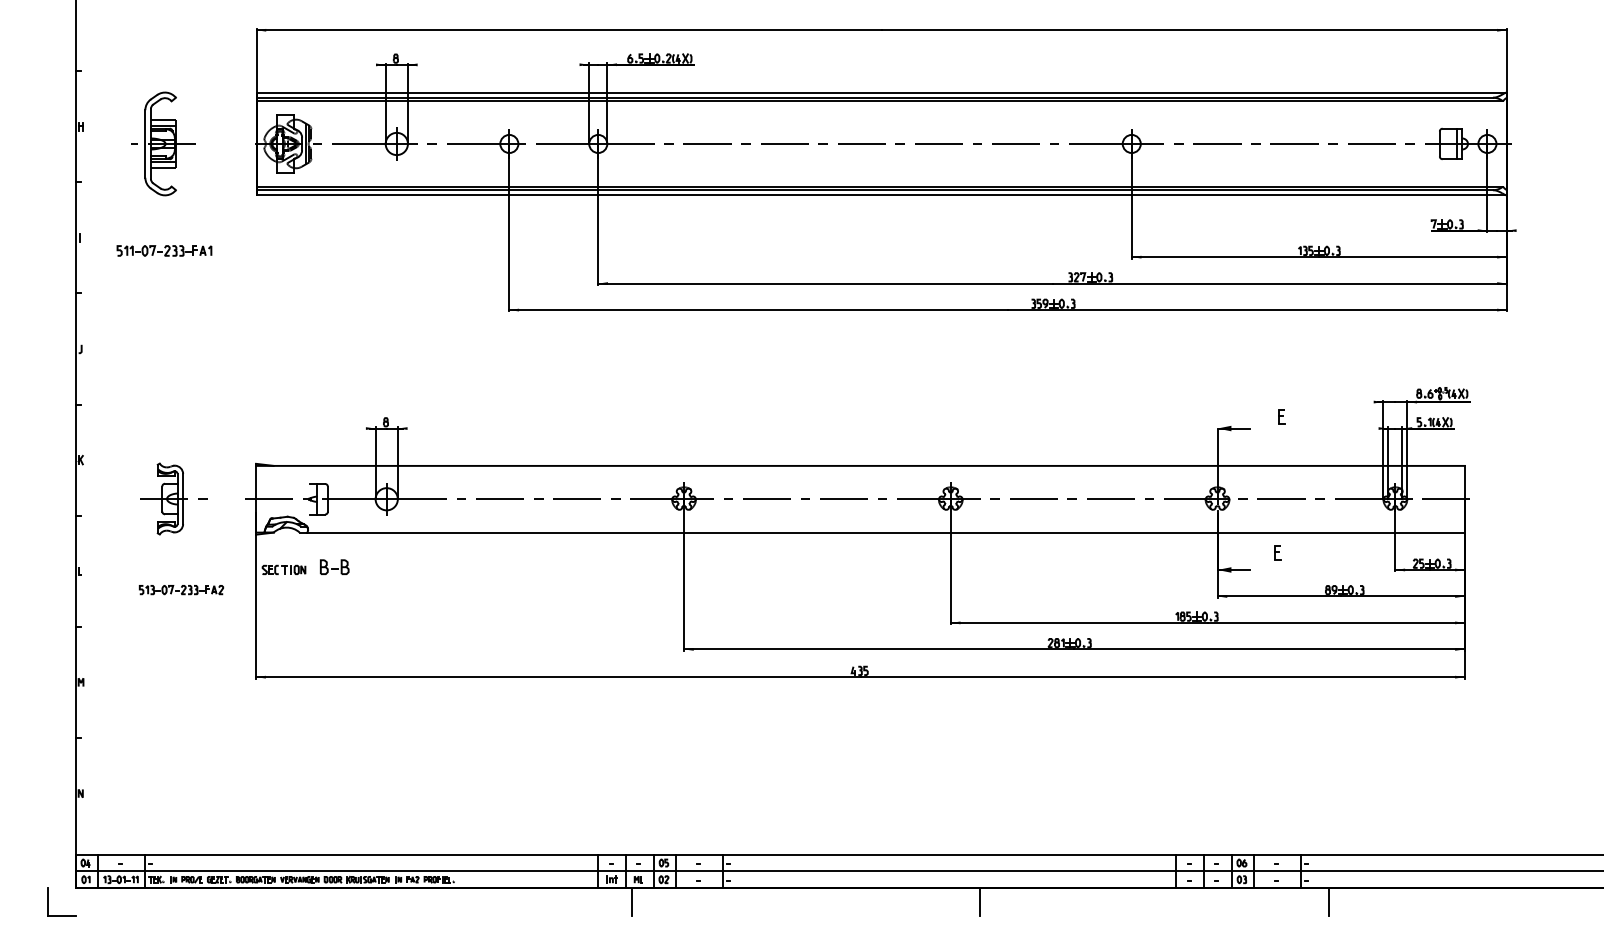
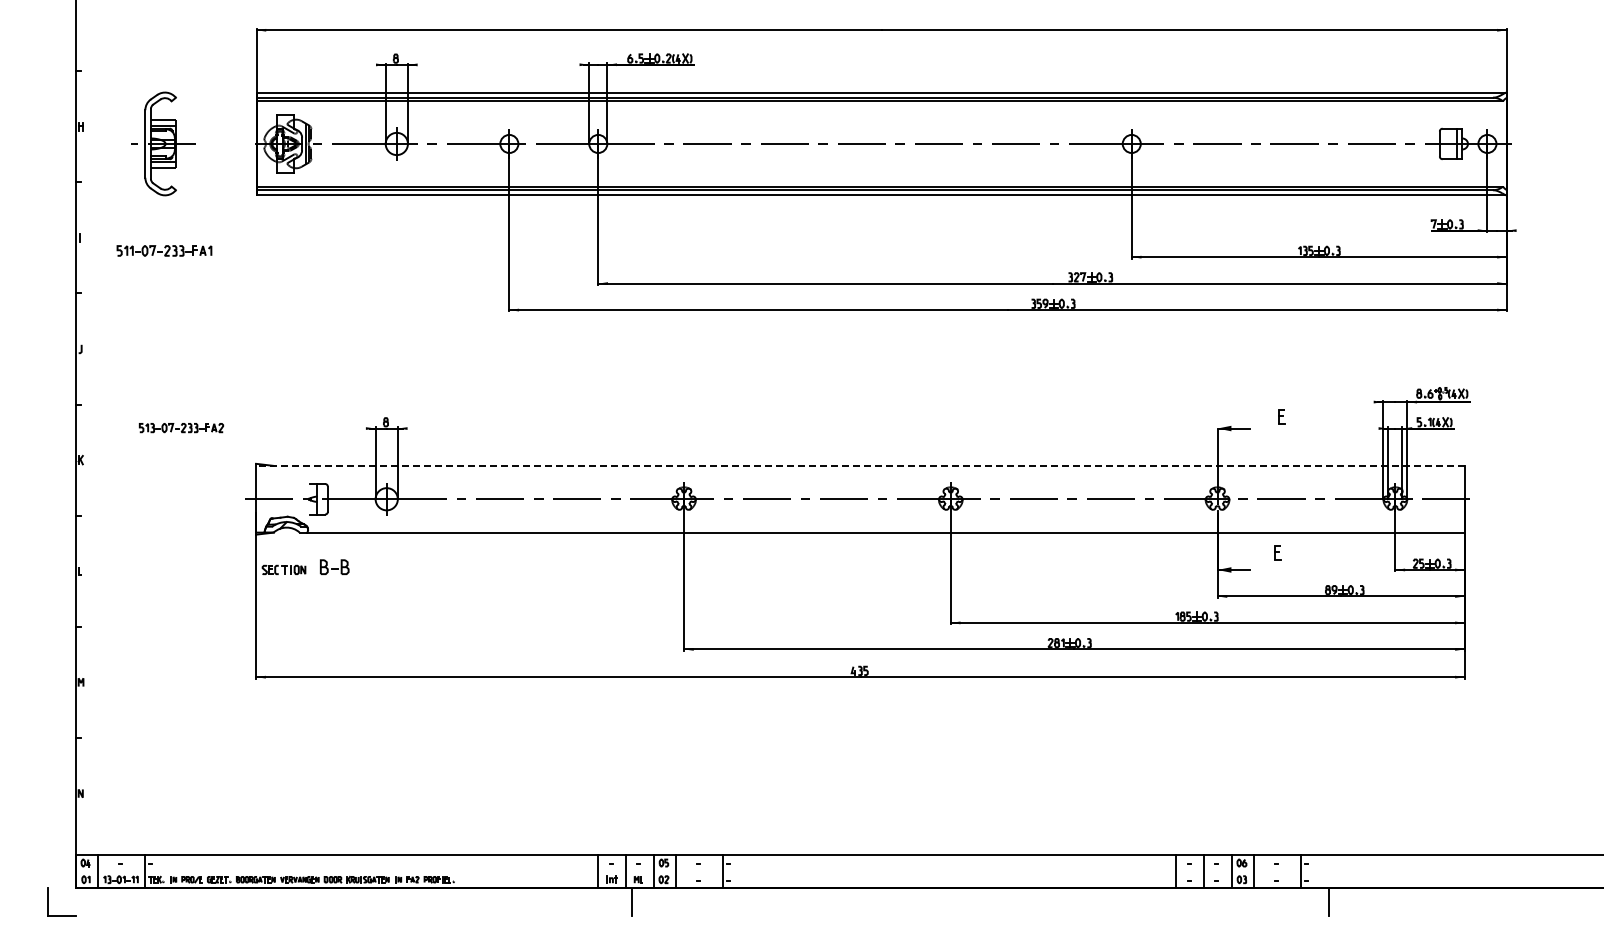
line at (859, 465): solid -> dashed
part at (173, 498): present -> none
part at (181, 590) position: (181, 590) -> (181, 428)
line at (837, 871): present -> none
line at (980, 901): present -> none
